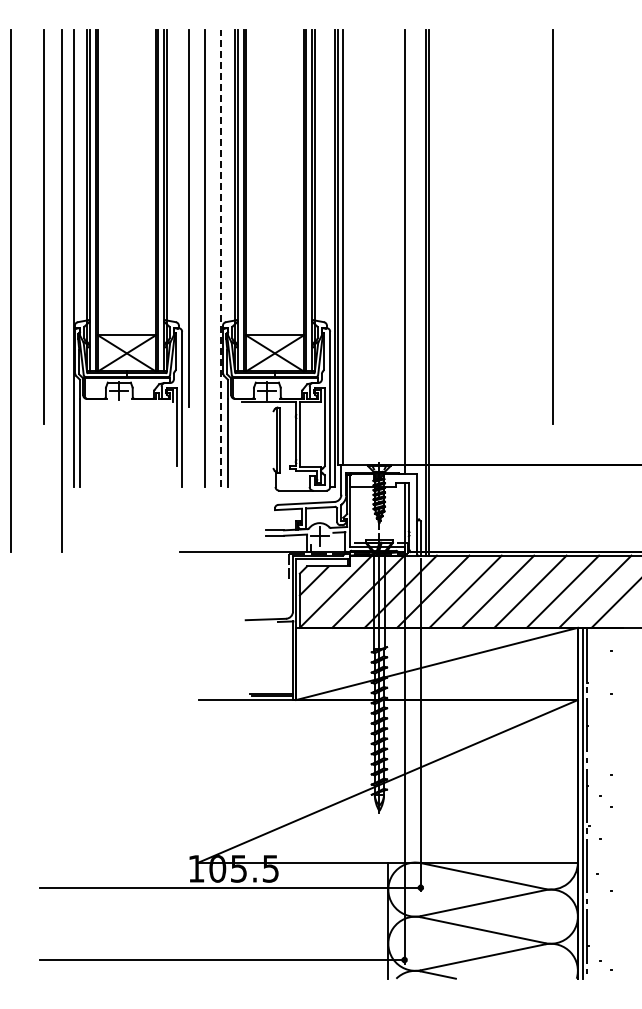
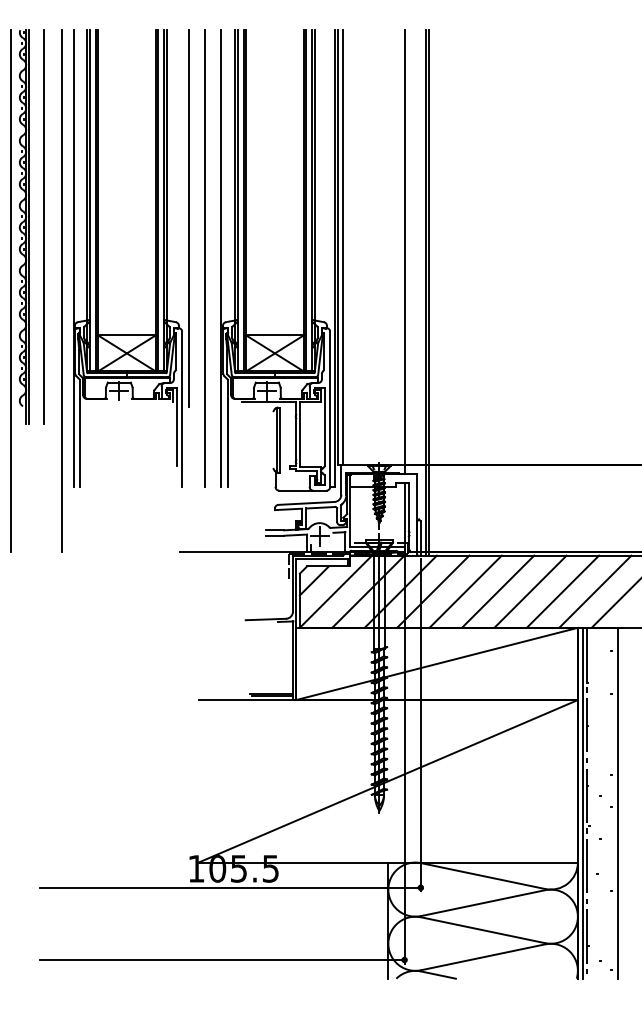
part at (24, 226): none -> present
line at (552, 226): present -> none
line at (221, 258): dashed -> solid
line at (617, 802): none -> present
